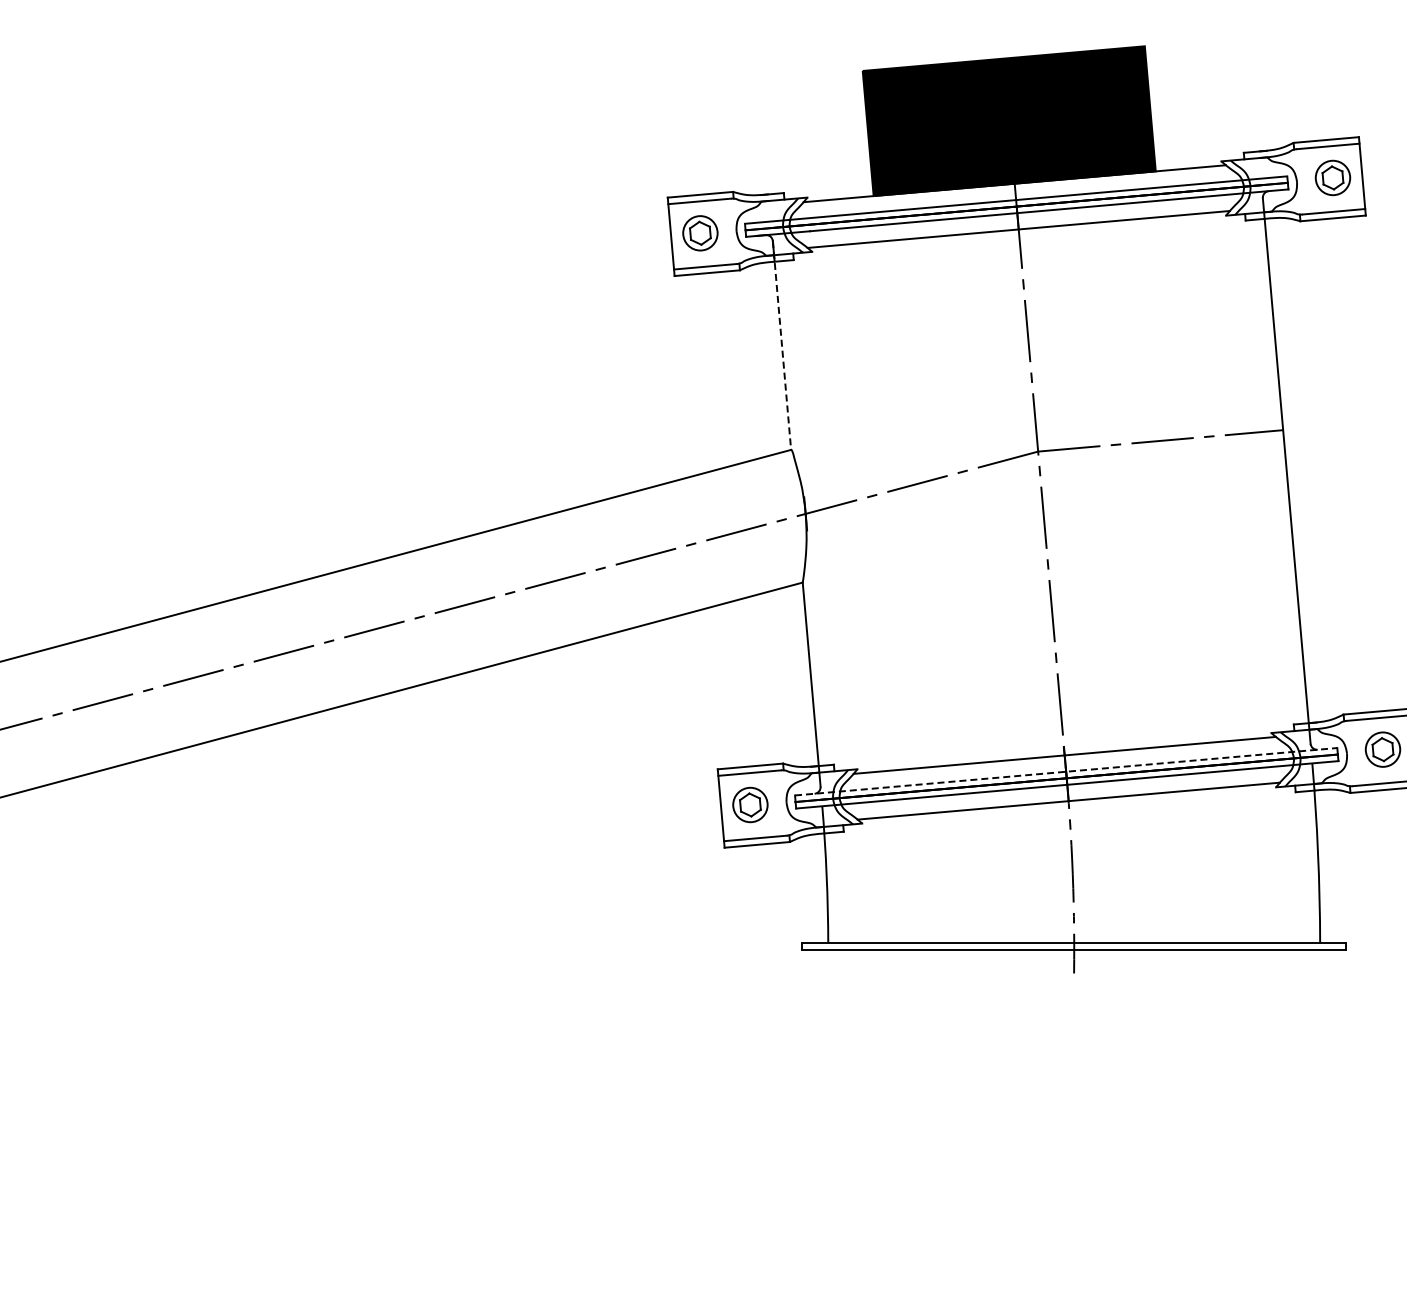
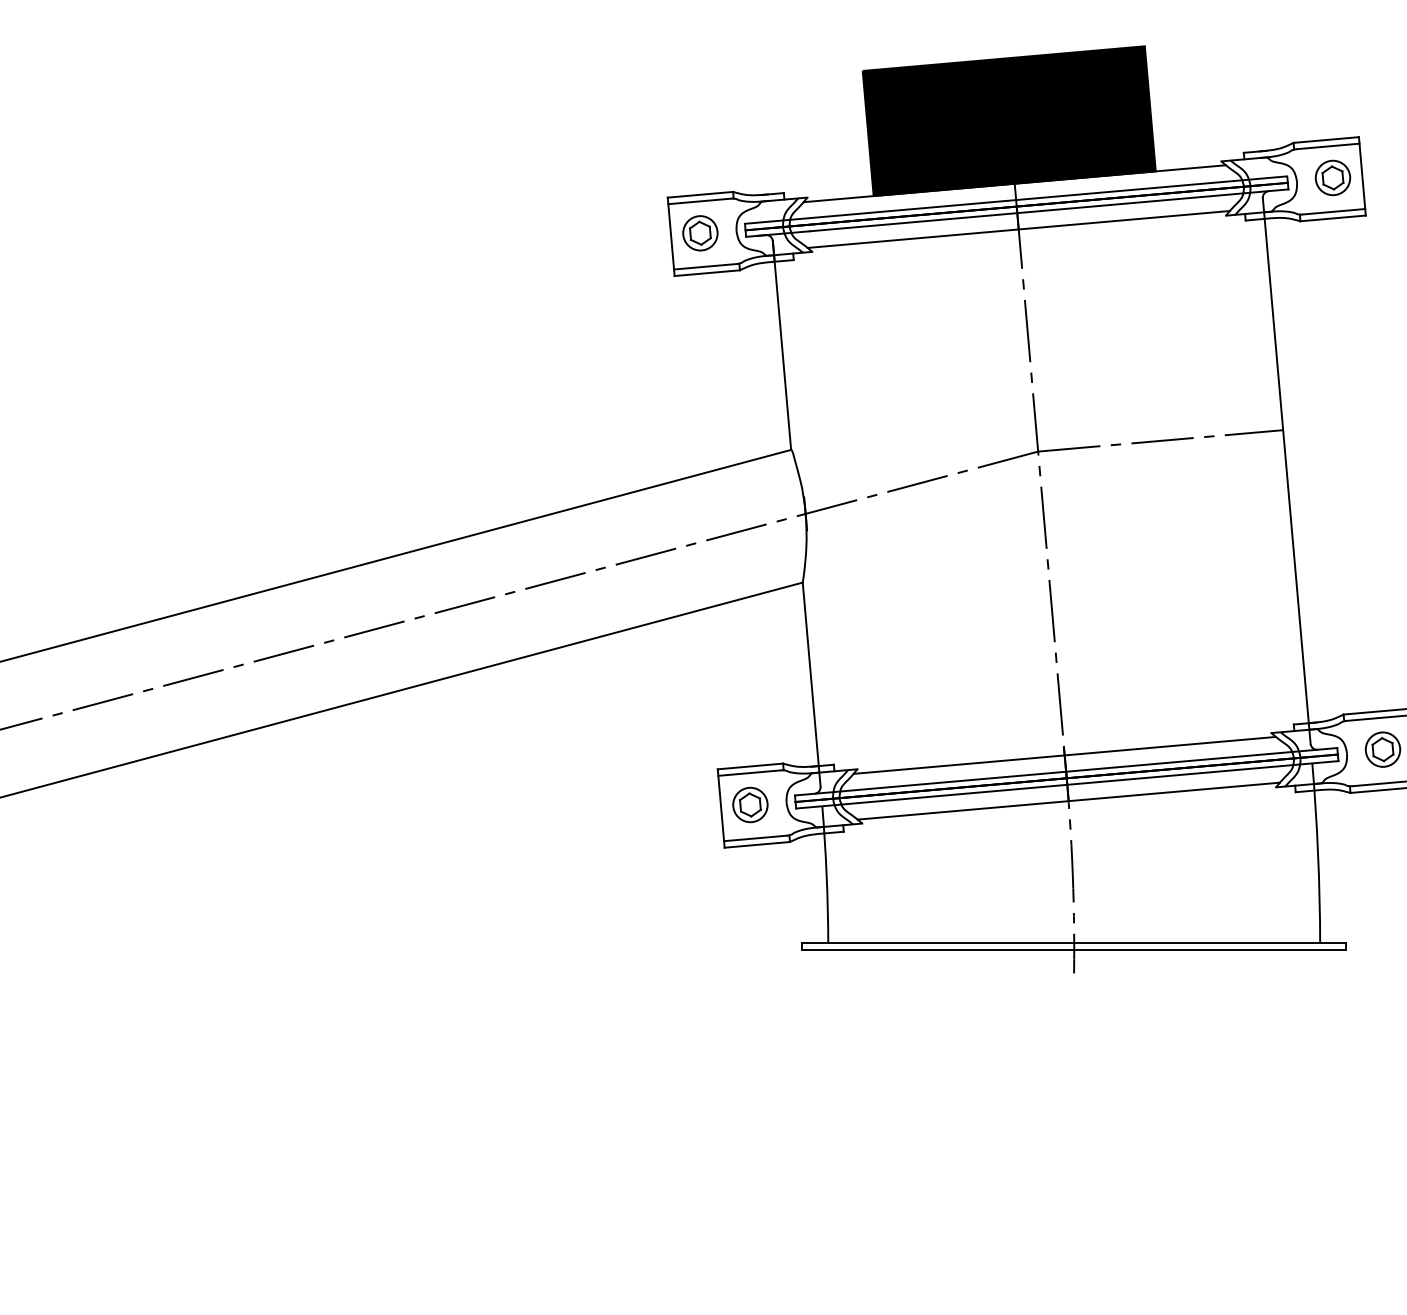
line at (782, 345): dashed -> solid
line at (1066, 771): dashed -> solid
